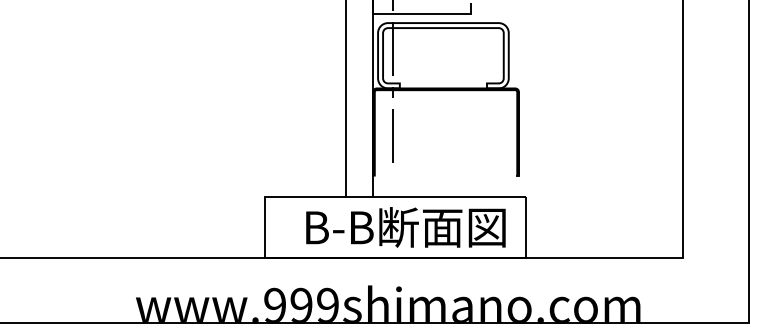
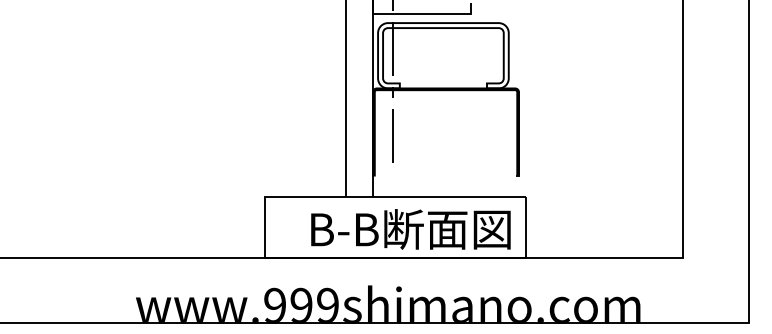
text at (405, 227) position: (405, 227) -> (410, 229)
